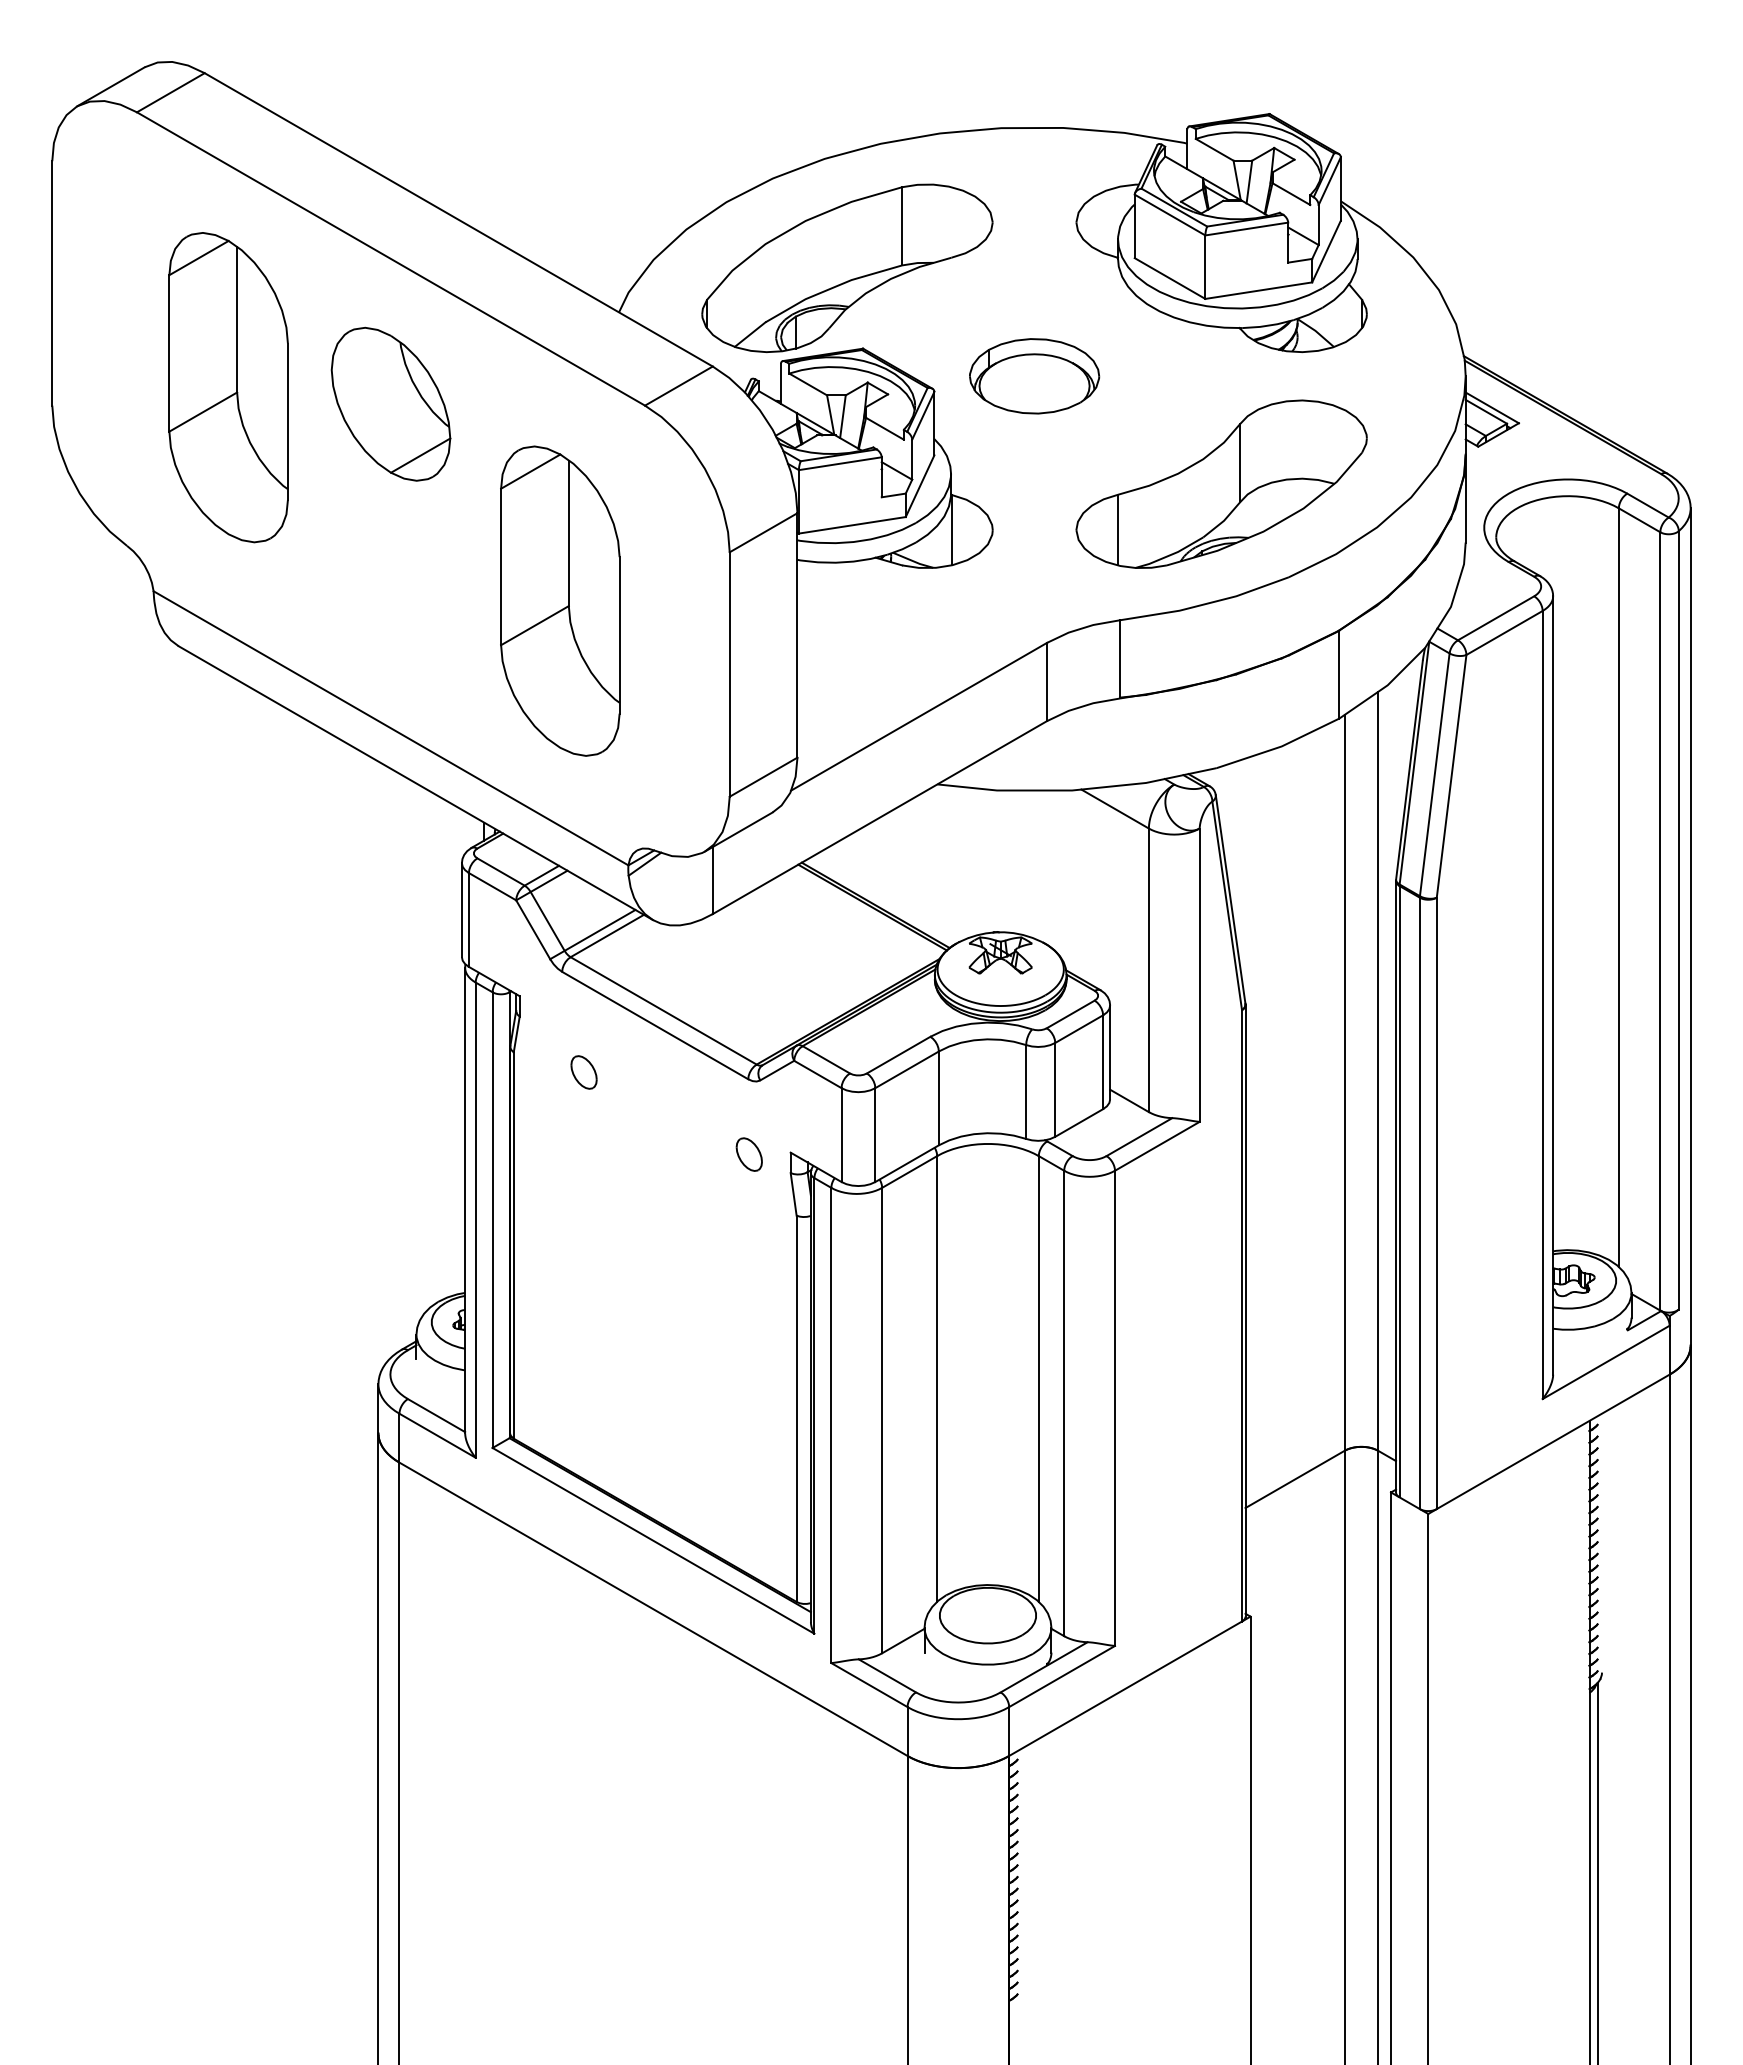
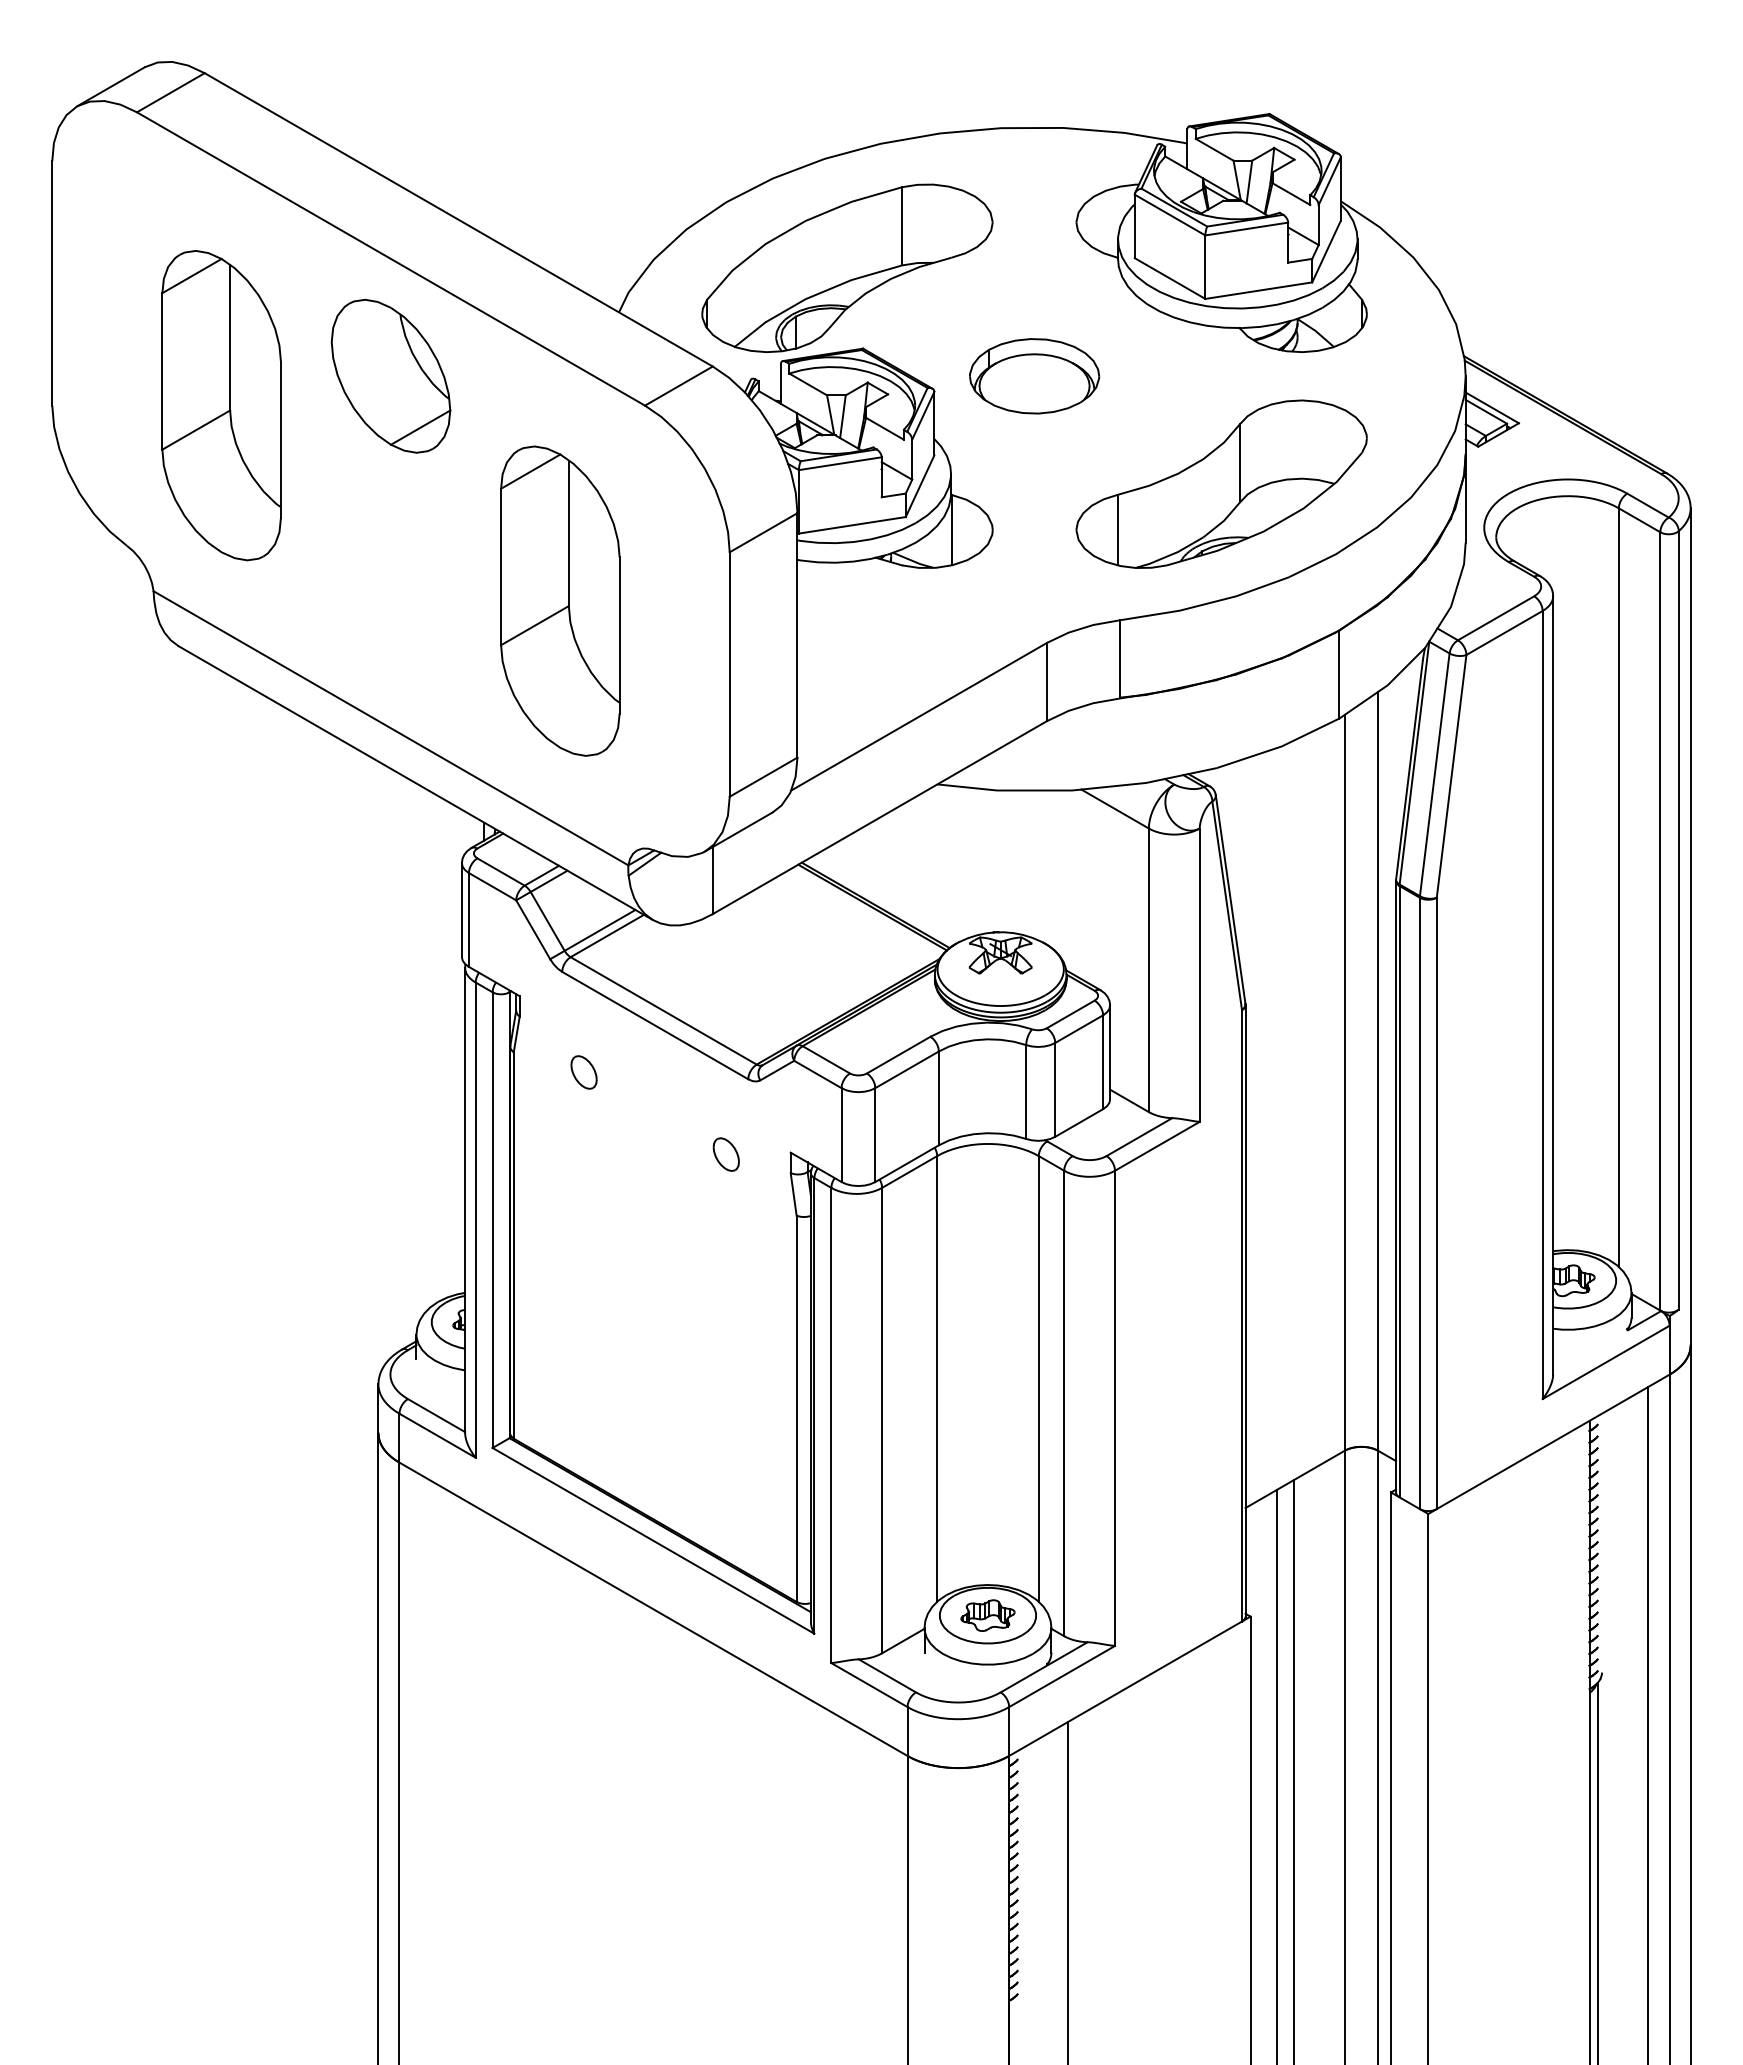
part at (228, 387) position: (228, 387) -> (221, 405)
part at (390, 403) position: (390, 403) -> (390, 375)
part at (748, 1154) position: (748, 1154) -> (725, 1154)
part at (987, 1615): none -> present
line at (1648, 1724): none -> present
line at (1293, 1770): none -> present
line at (1276, 1775): none -> present
line at (1068, 1891): none -> present
